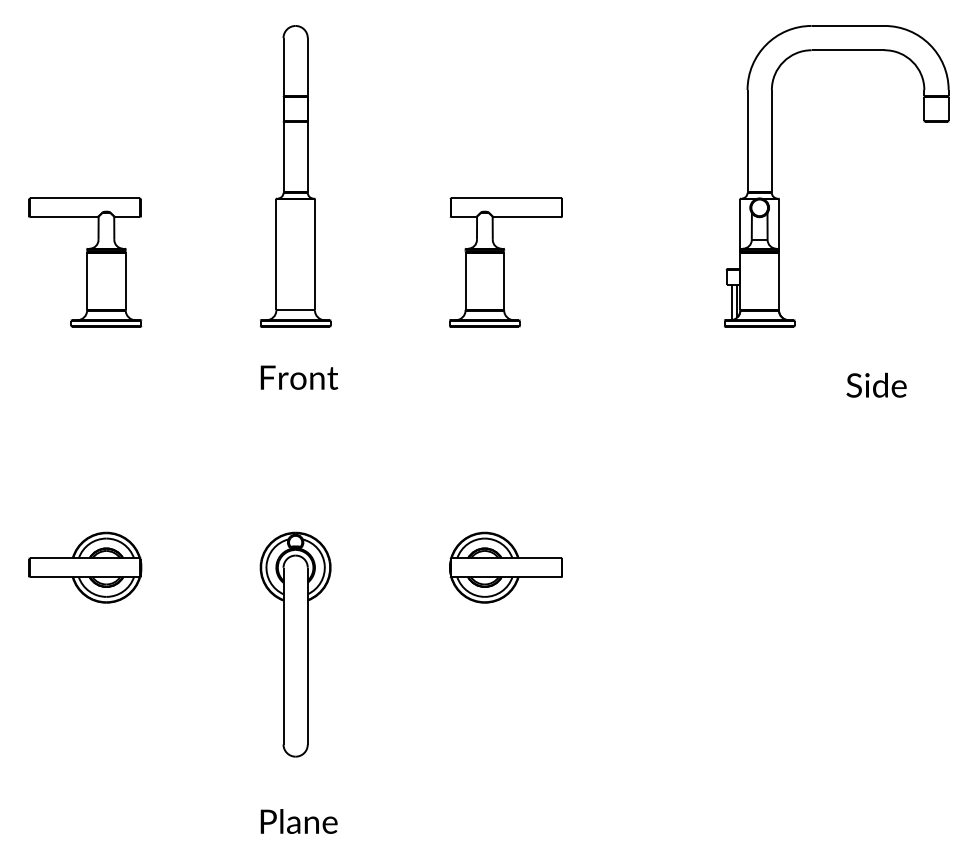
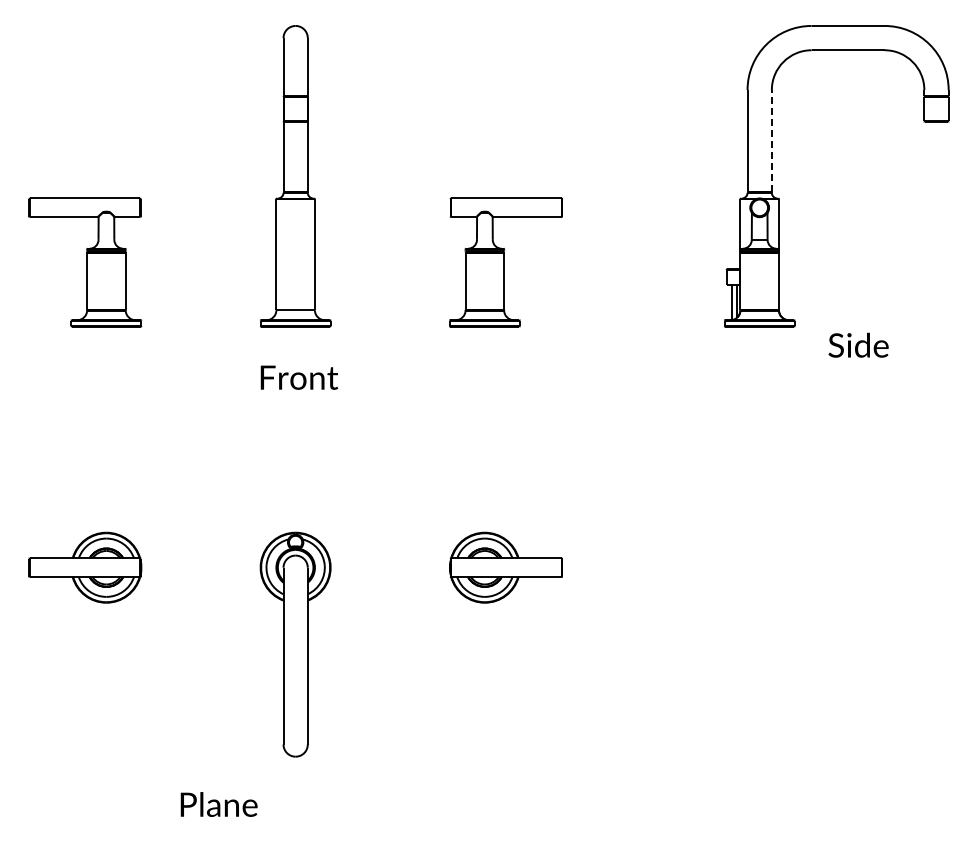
line at (771, 140): solid -> dashed
text at (876, 384) position: (876, 384) -> (858, 344)
text at (298, 821) position: (298, 821) -> (218, 804)
